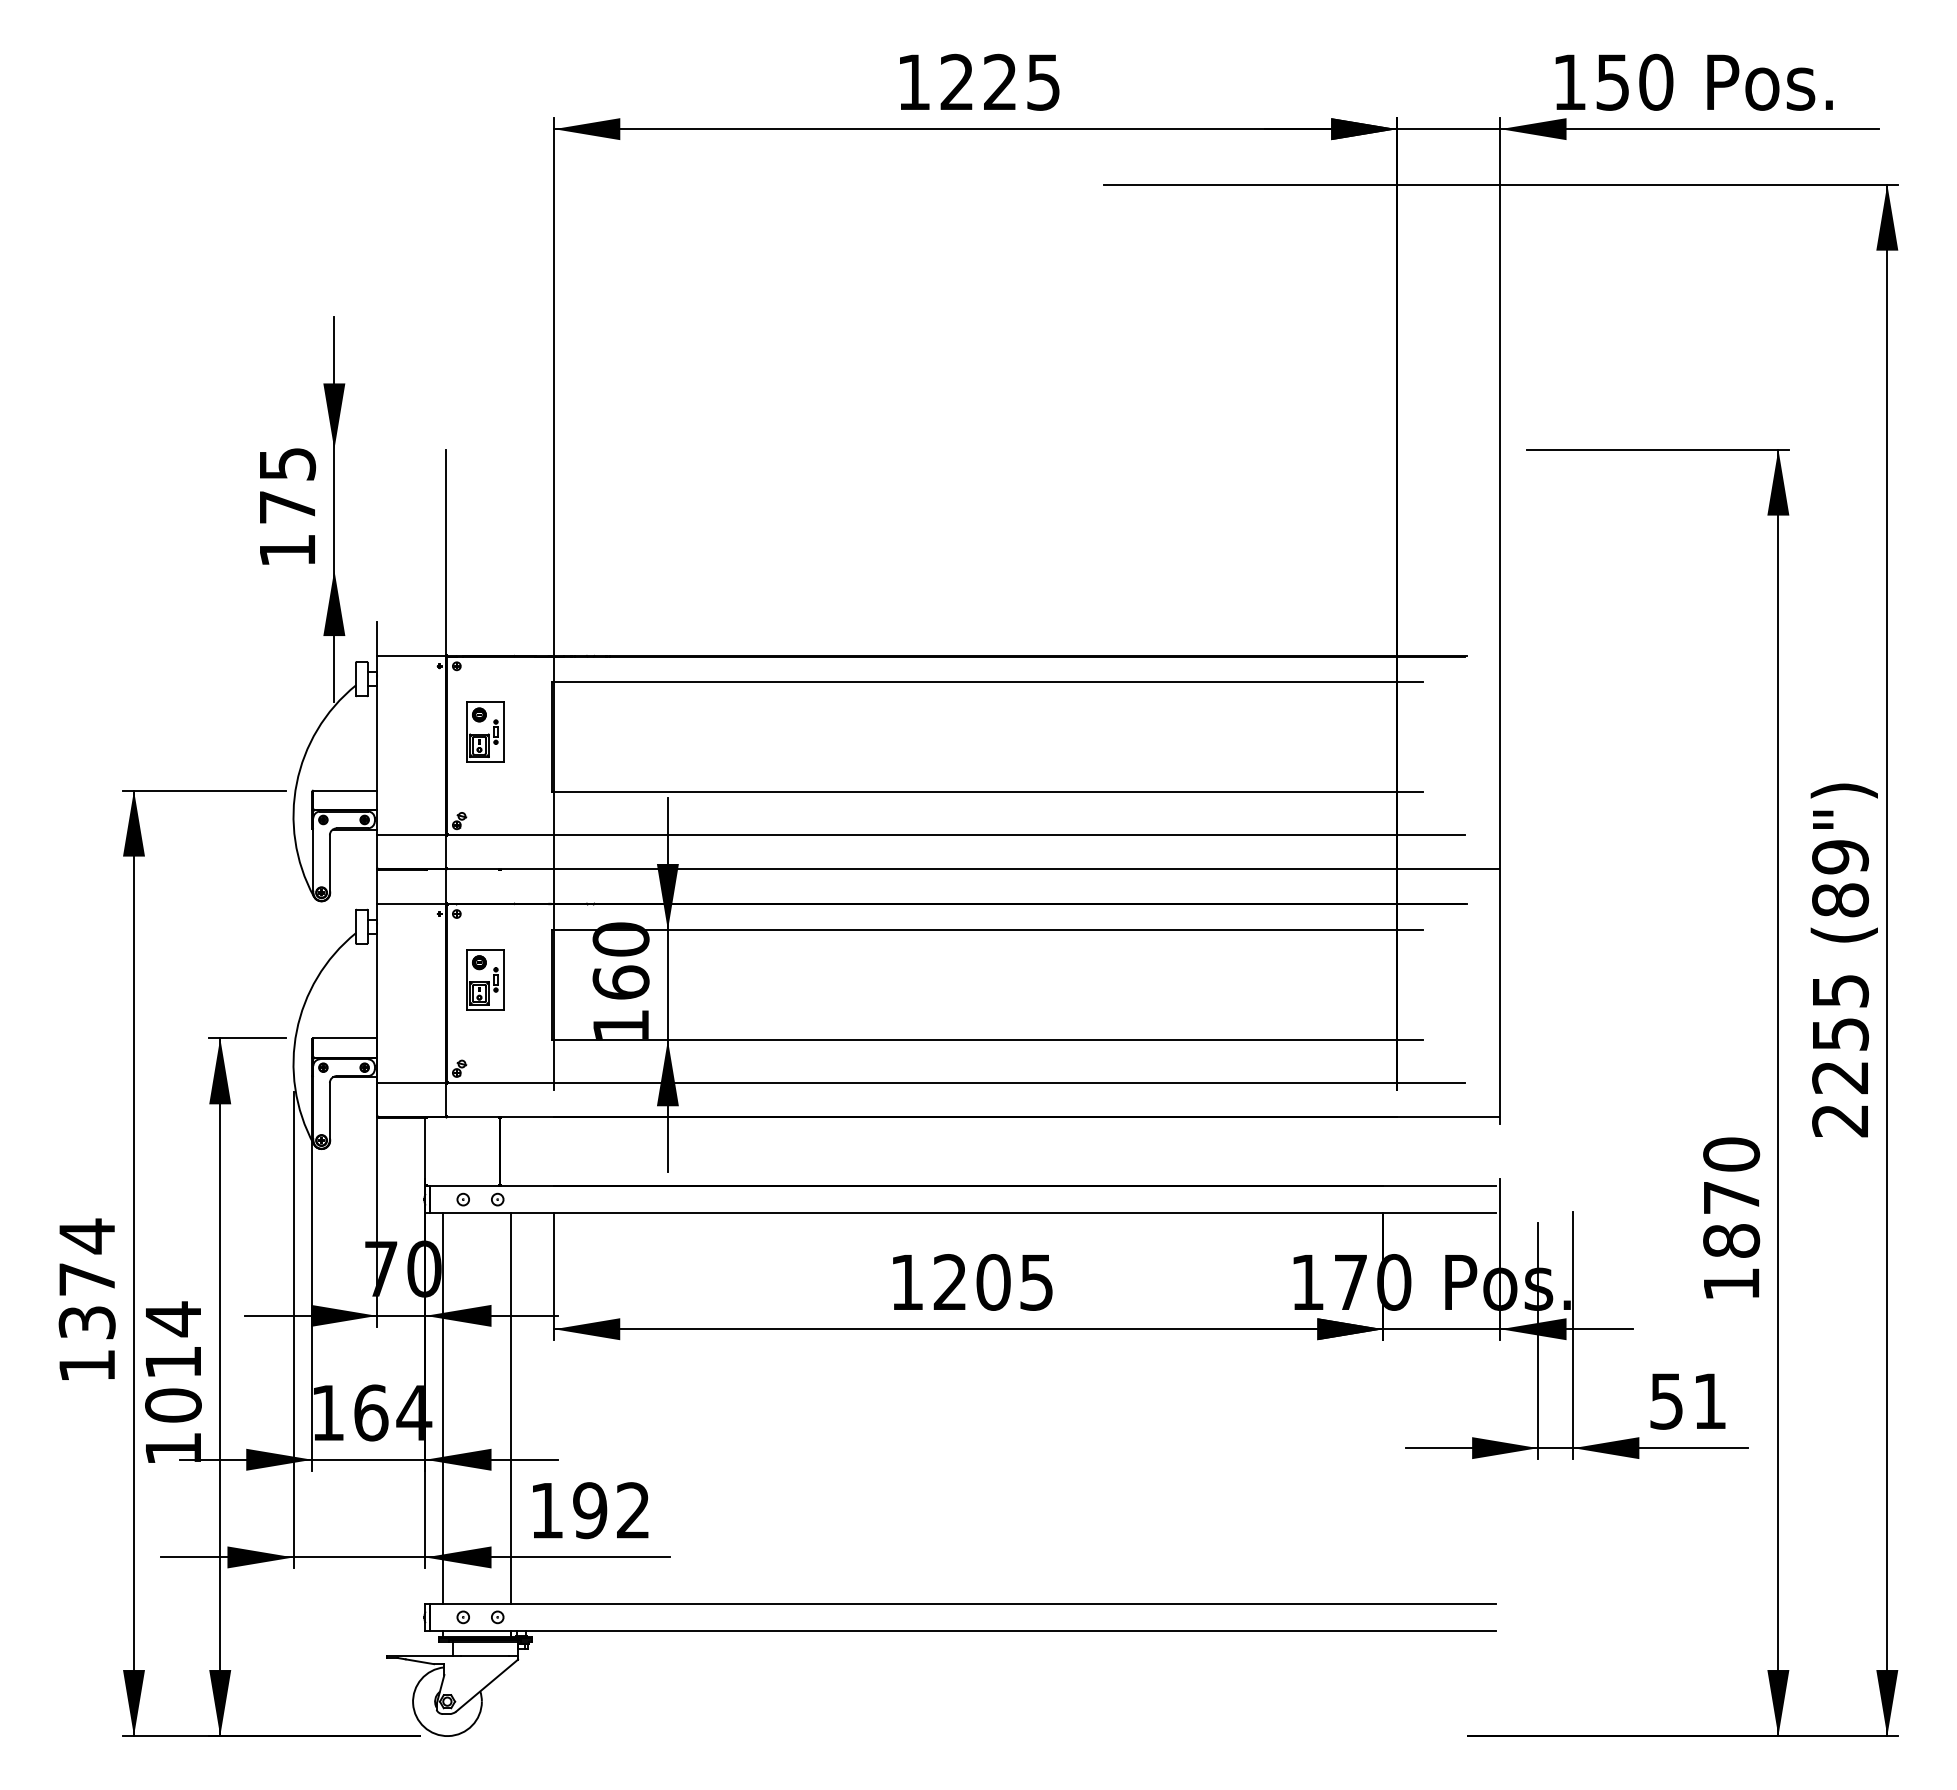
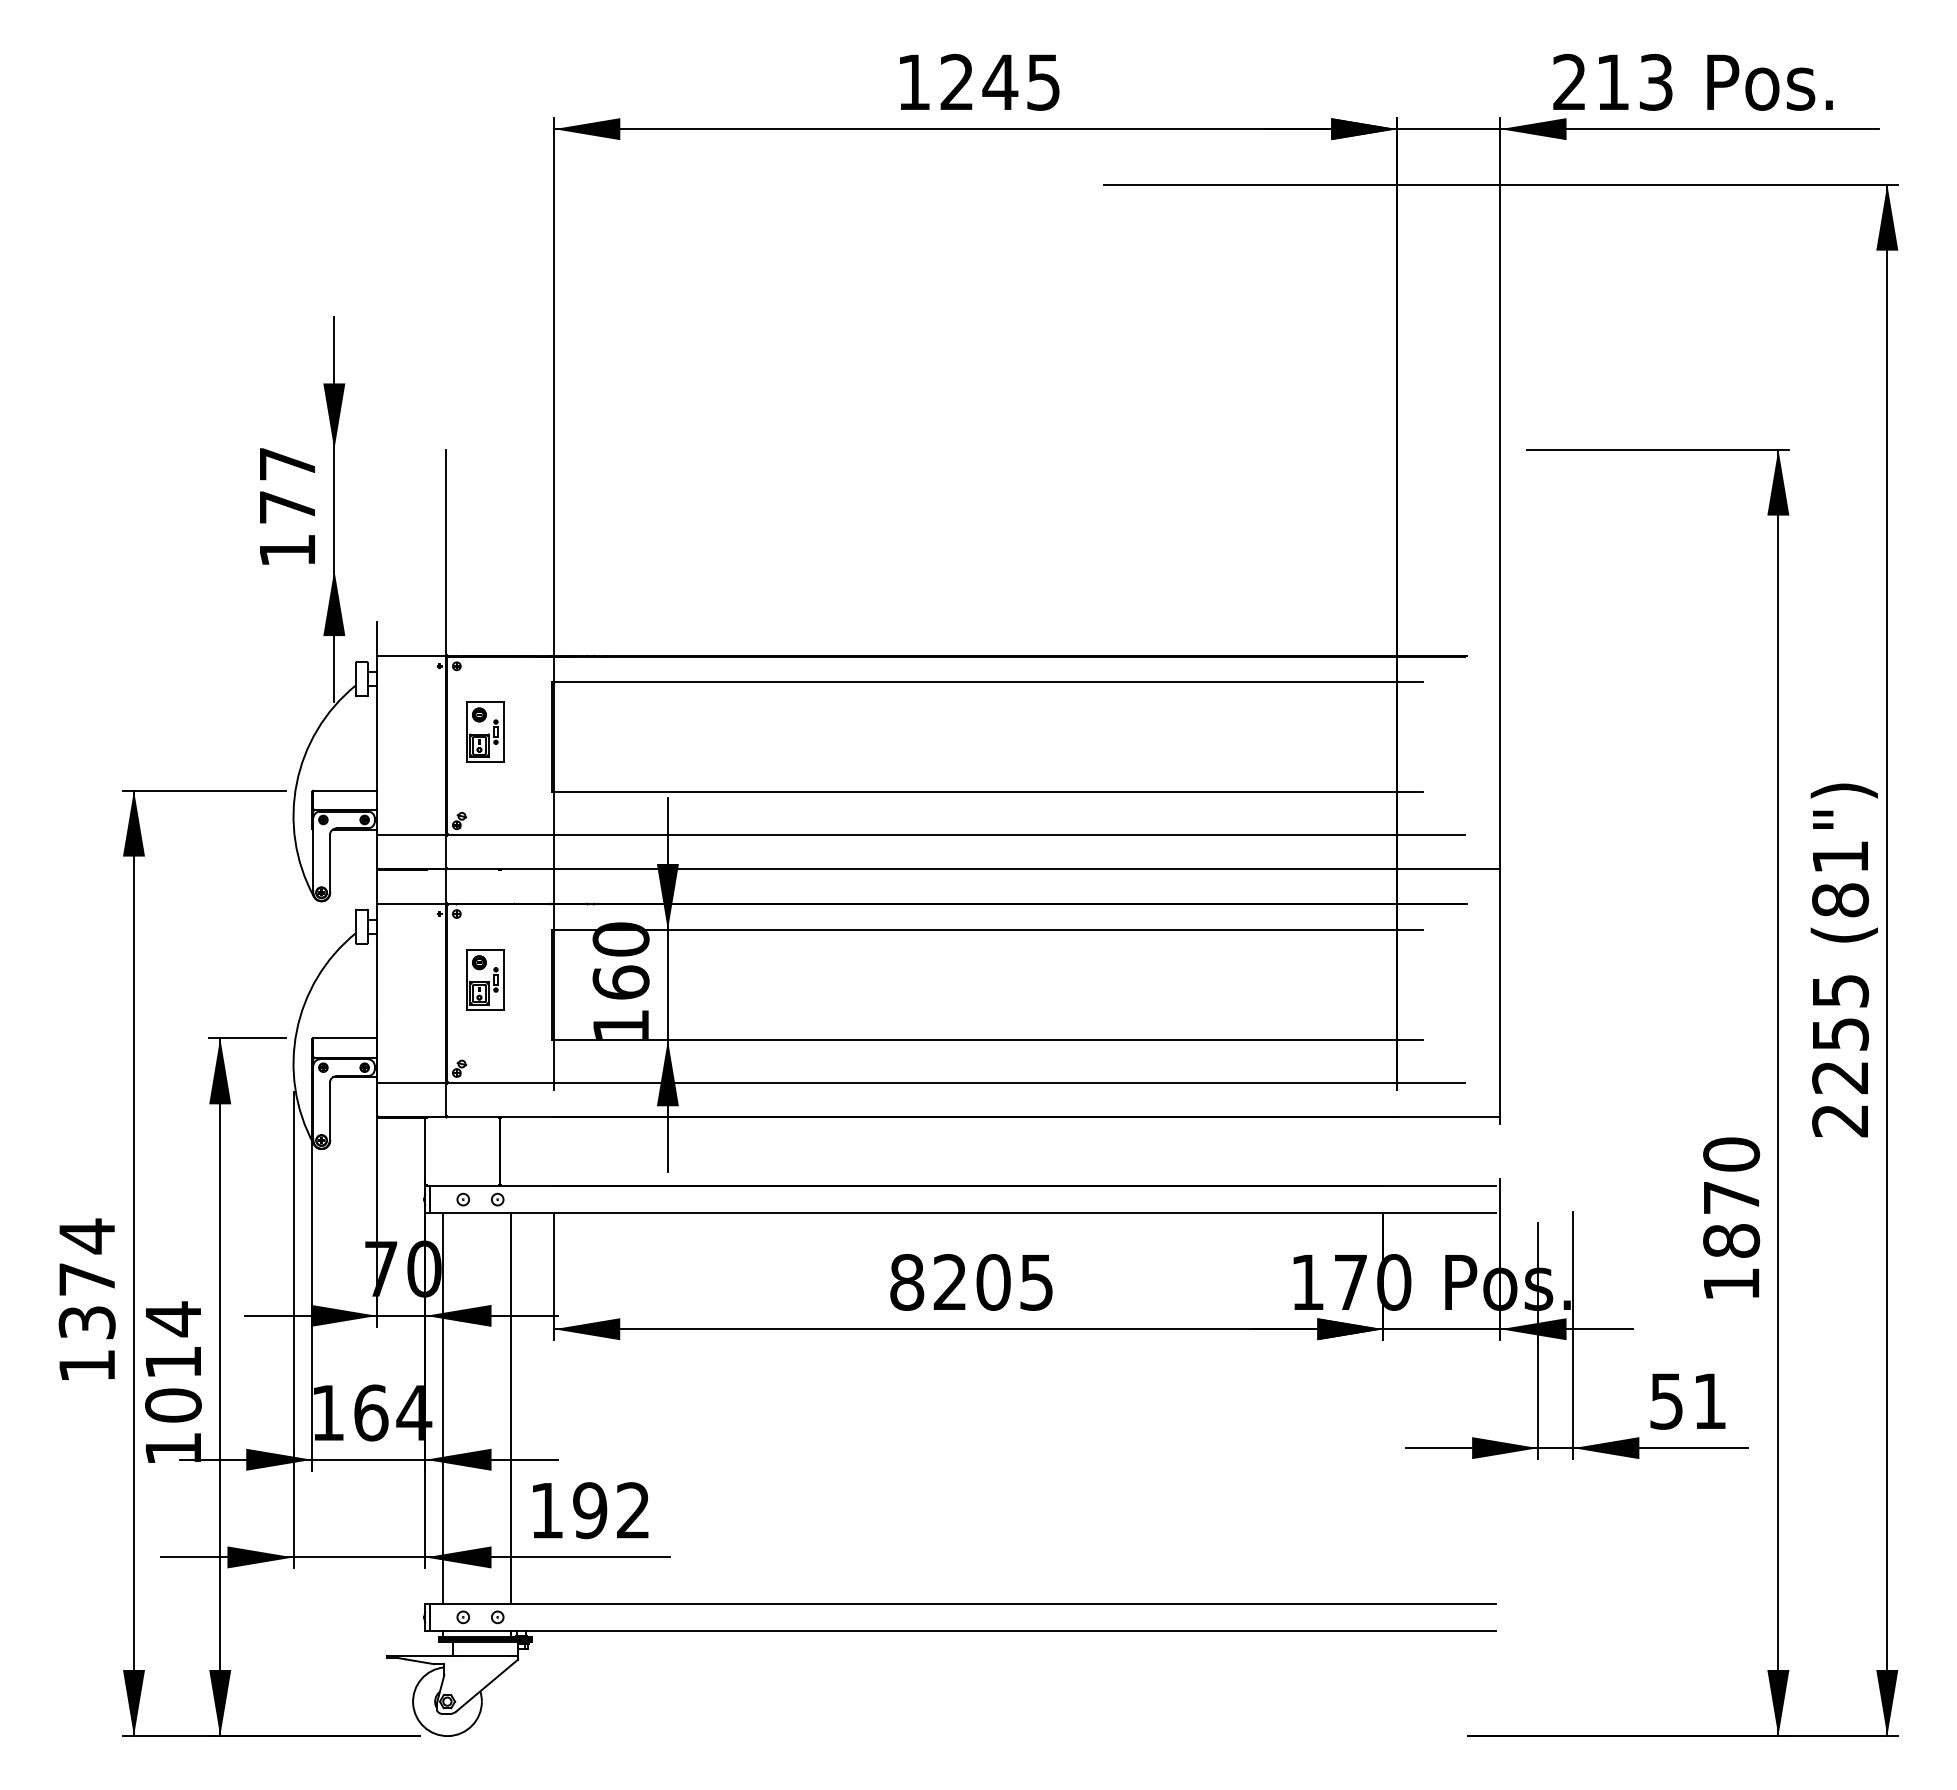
text at (1000, 81): 1225 -> 1245
text at (1613, 81): 150 -> 213
text at (288, 464): 175 -> 177
text at (1840, 857): (89") -> (81")
text at (907, 1282): 1205 -> 8205
